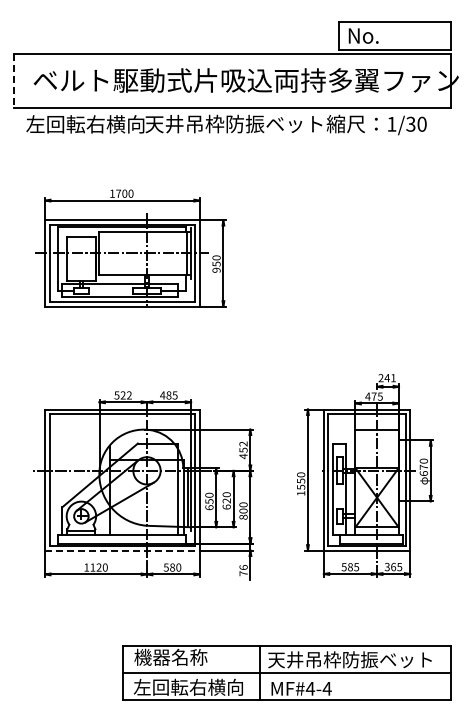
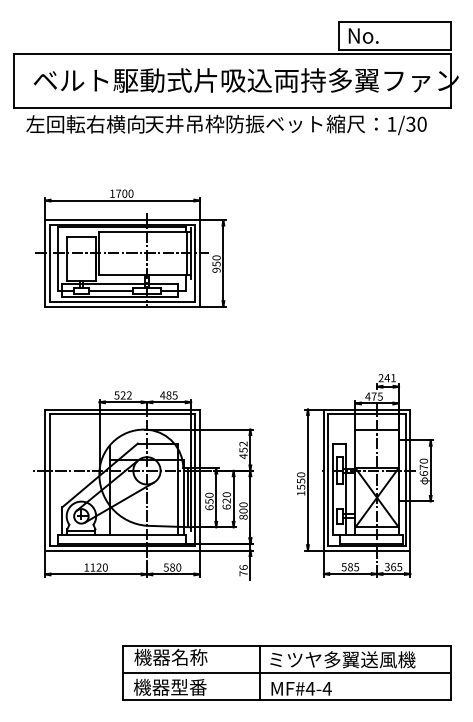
line at (14, 81): dashed -> solid
line at (110, 290): none -> present
line at (122, 550): dashed -> solid
text at (349, 659): 天井吊枠防振ベット -> ミツヤ多翼送風機
text at (187, 686): 左回転右横向 -> 機器型番
